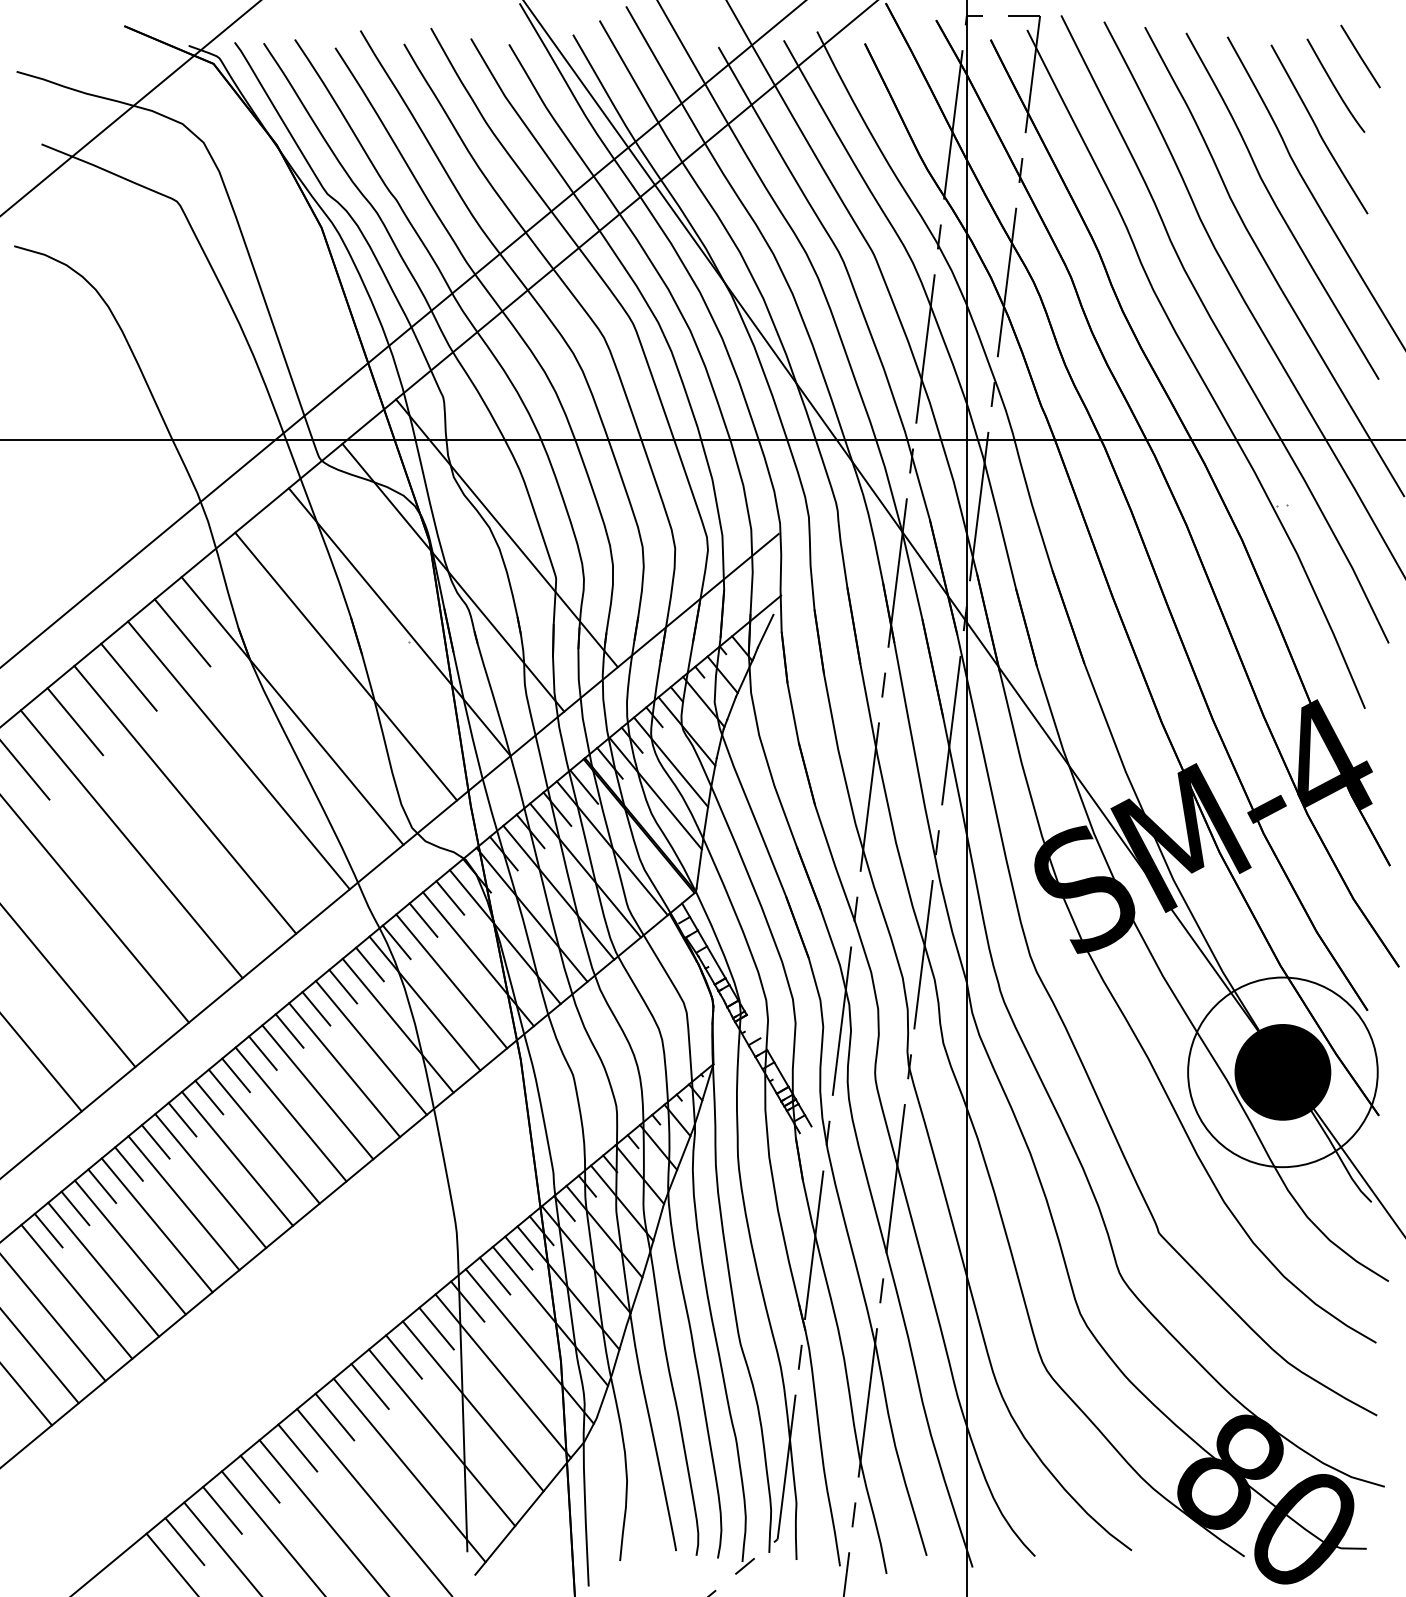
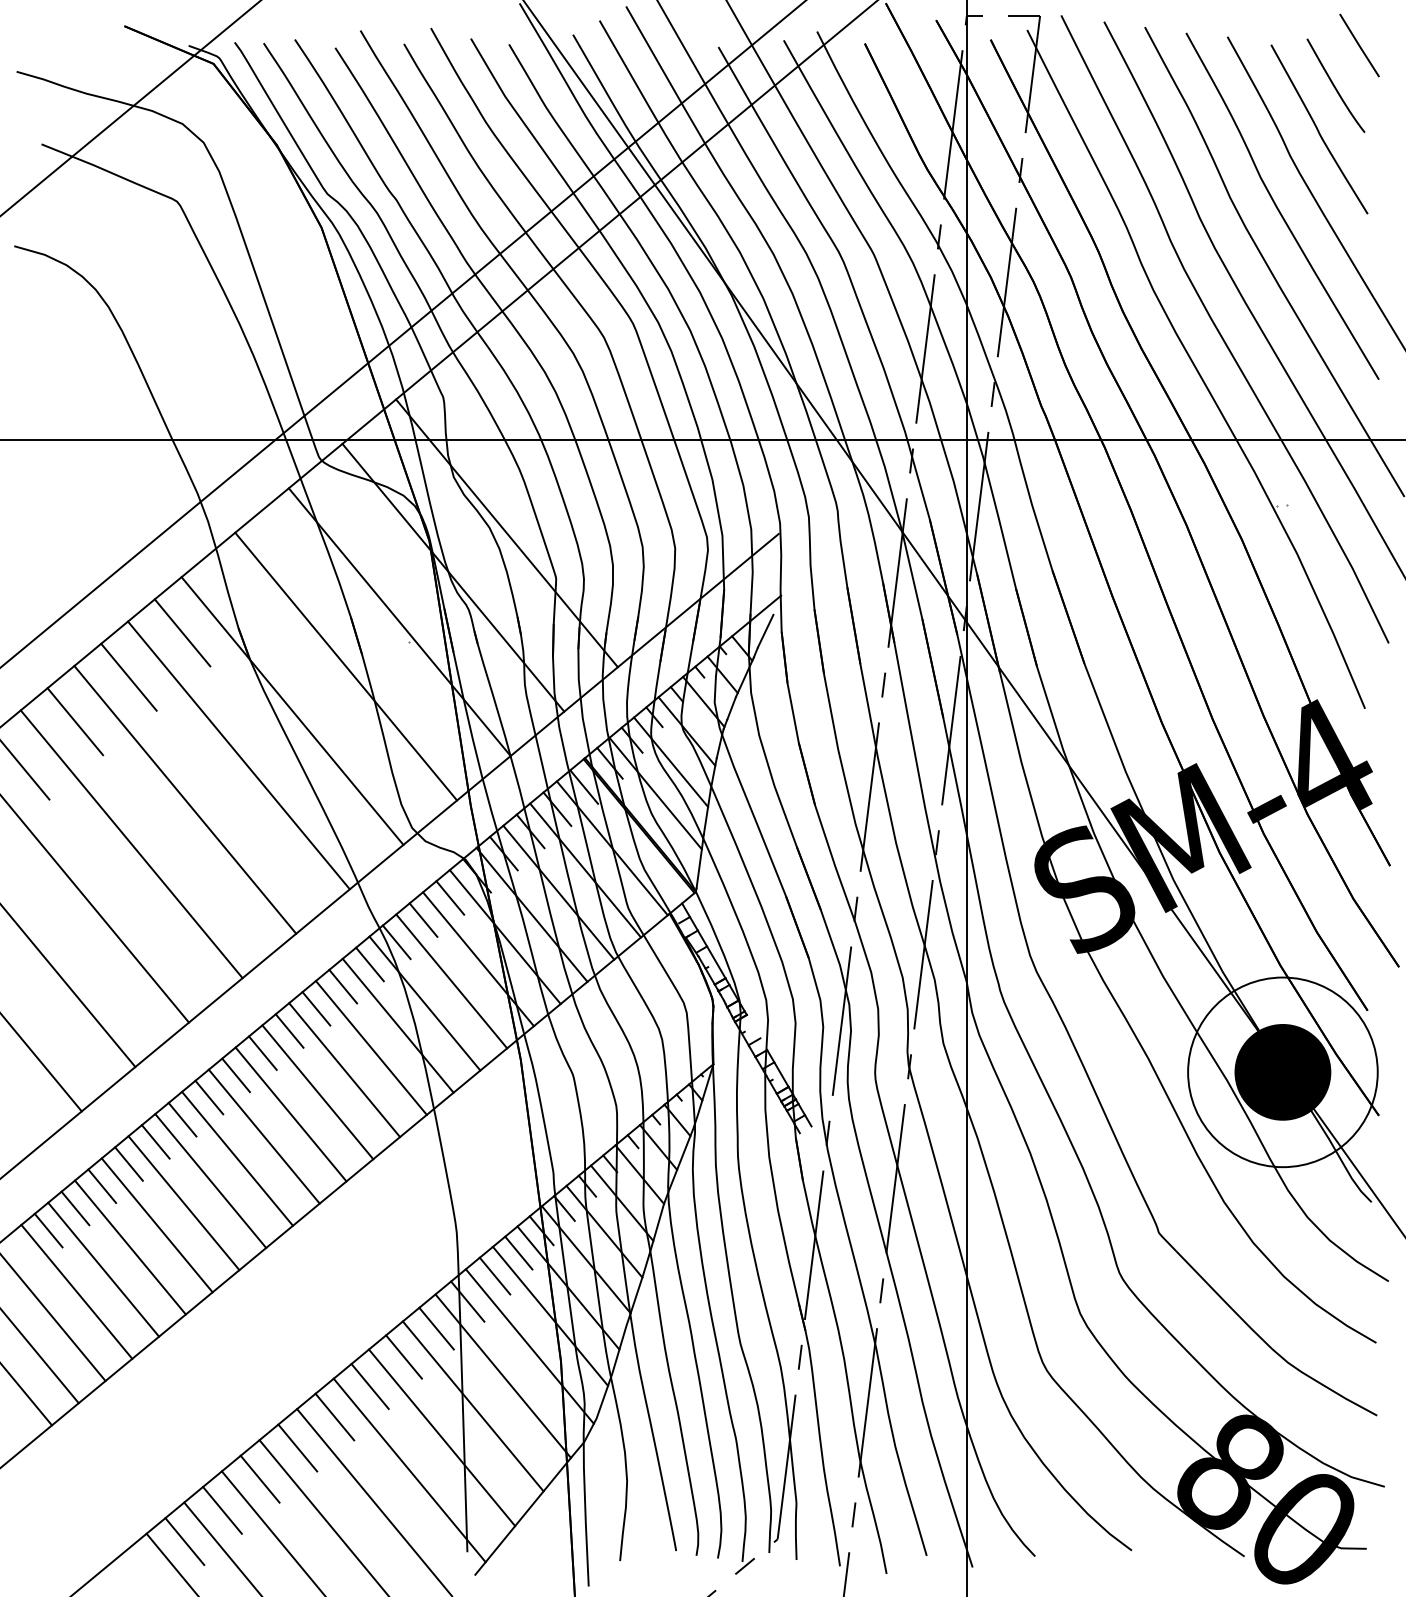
line at (1360, 56) position: (1360, 56) -> (1359, 45)
